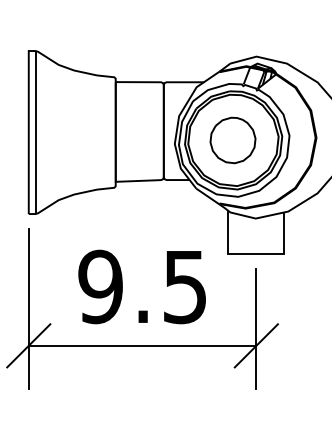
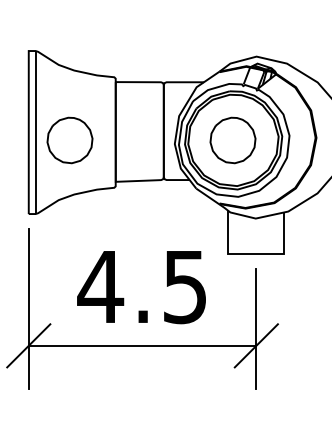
part at (69, 140): none -> present
text at (100, 286): 9.5 -> 4.5
